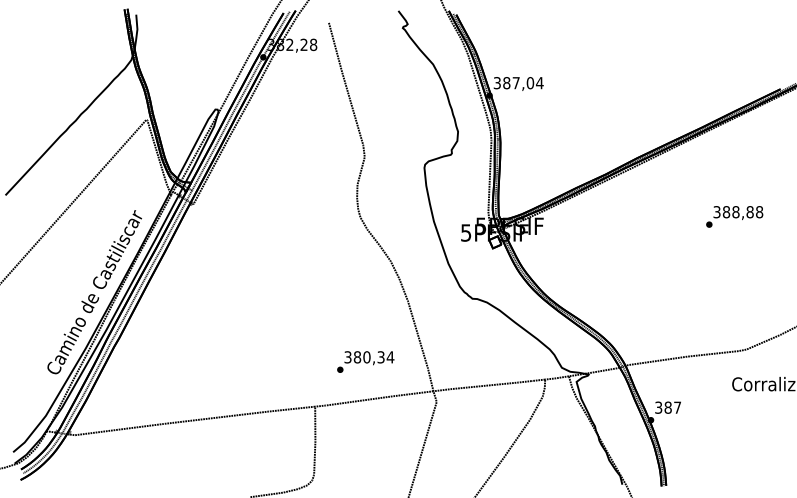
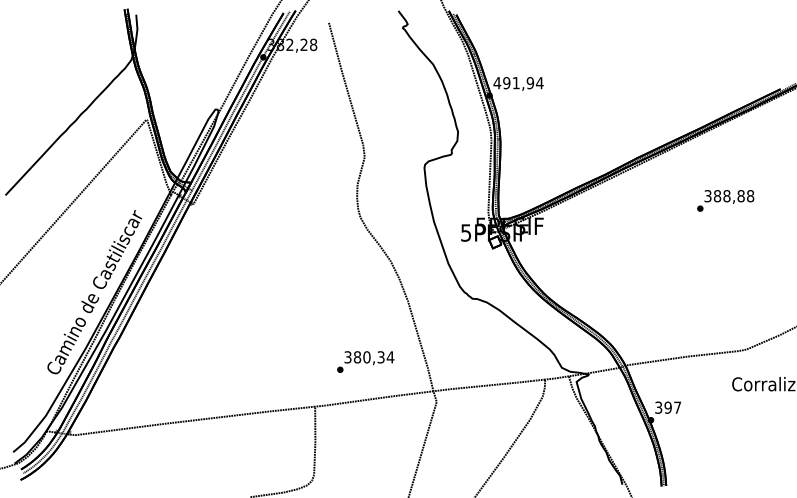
text at (513, 83): 387,04 -> 491,94
text at (734, 216) position: (734, 216) -> (725, 200)
text at (667, 407): 387 -> 397
